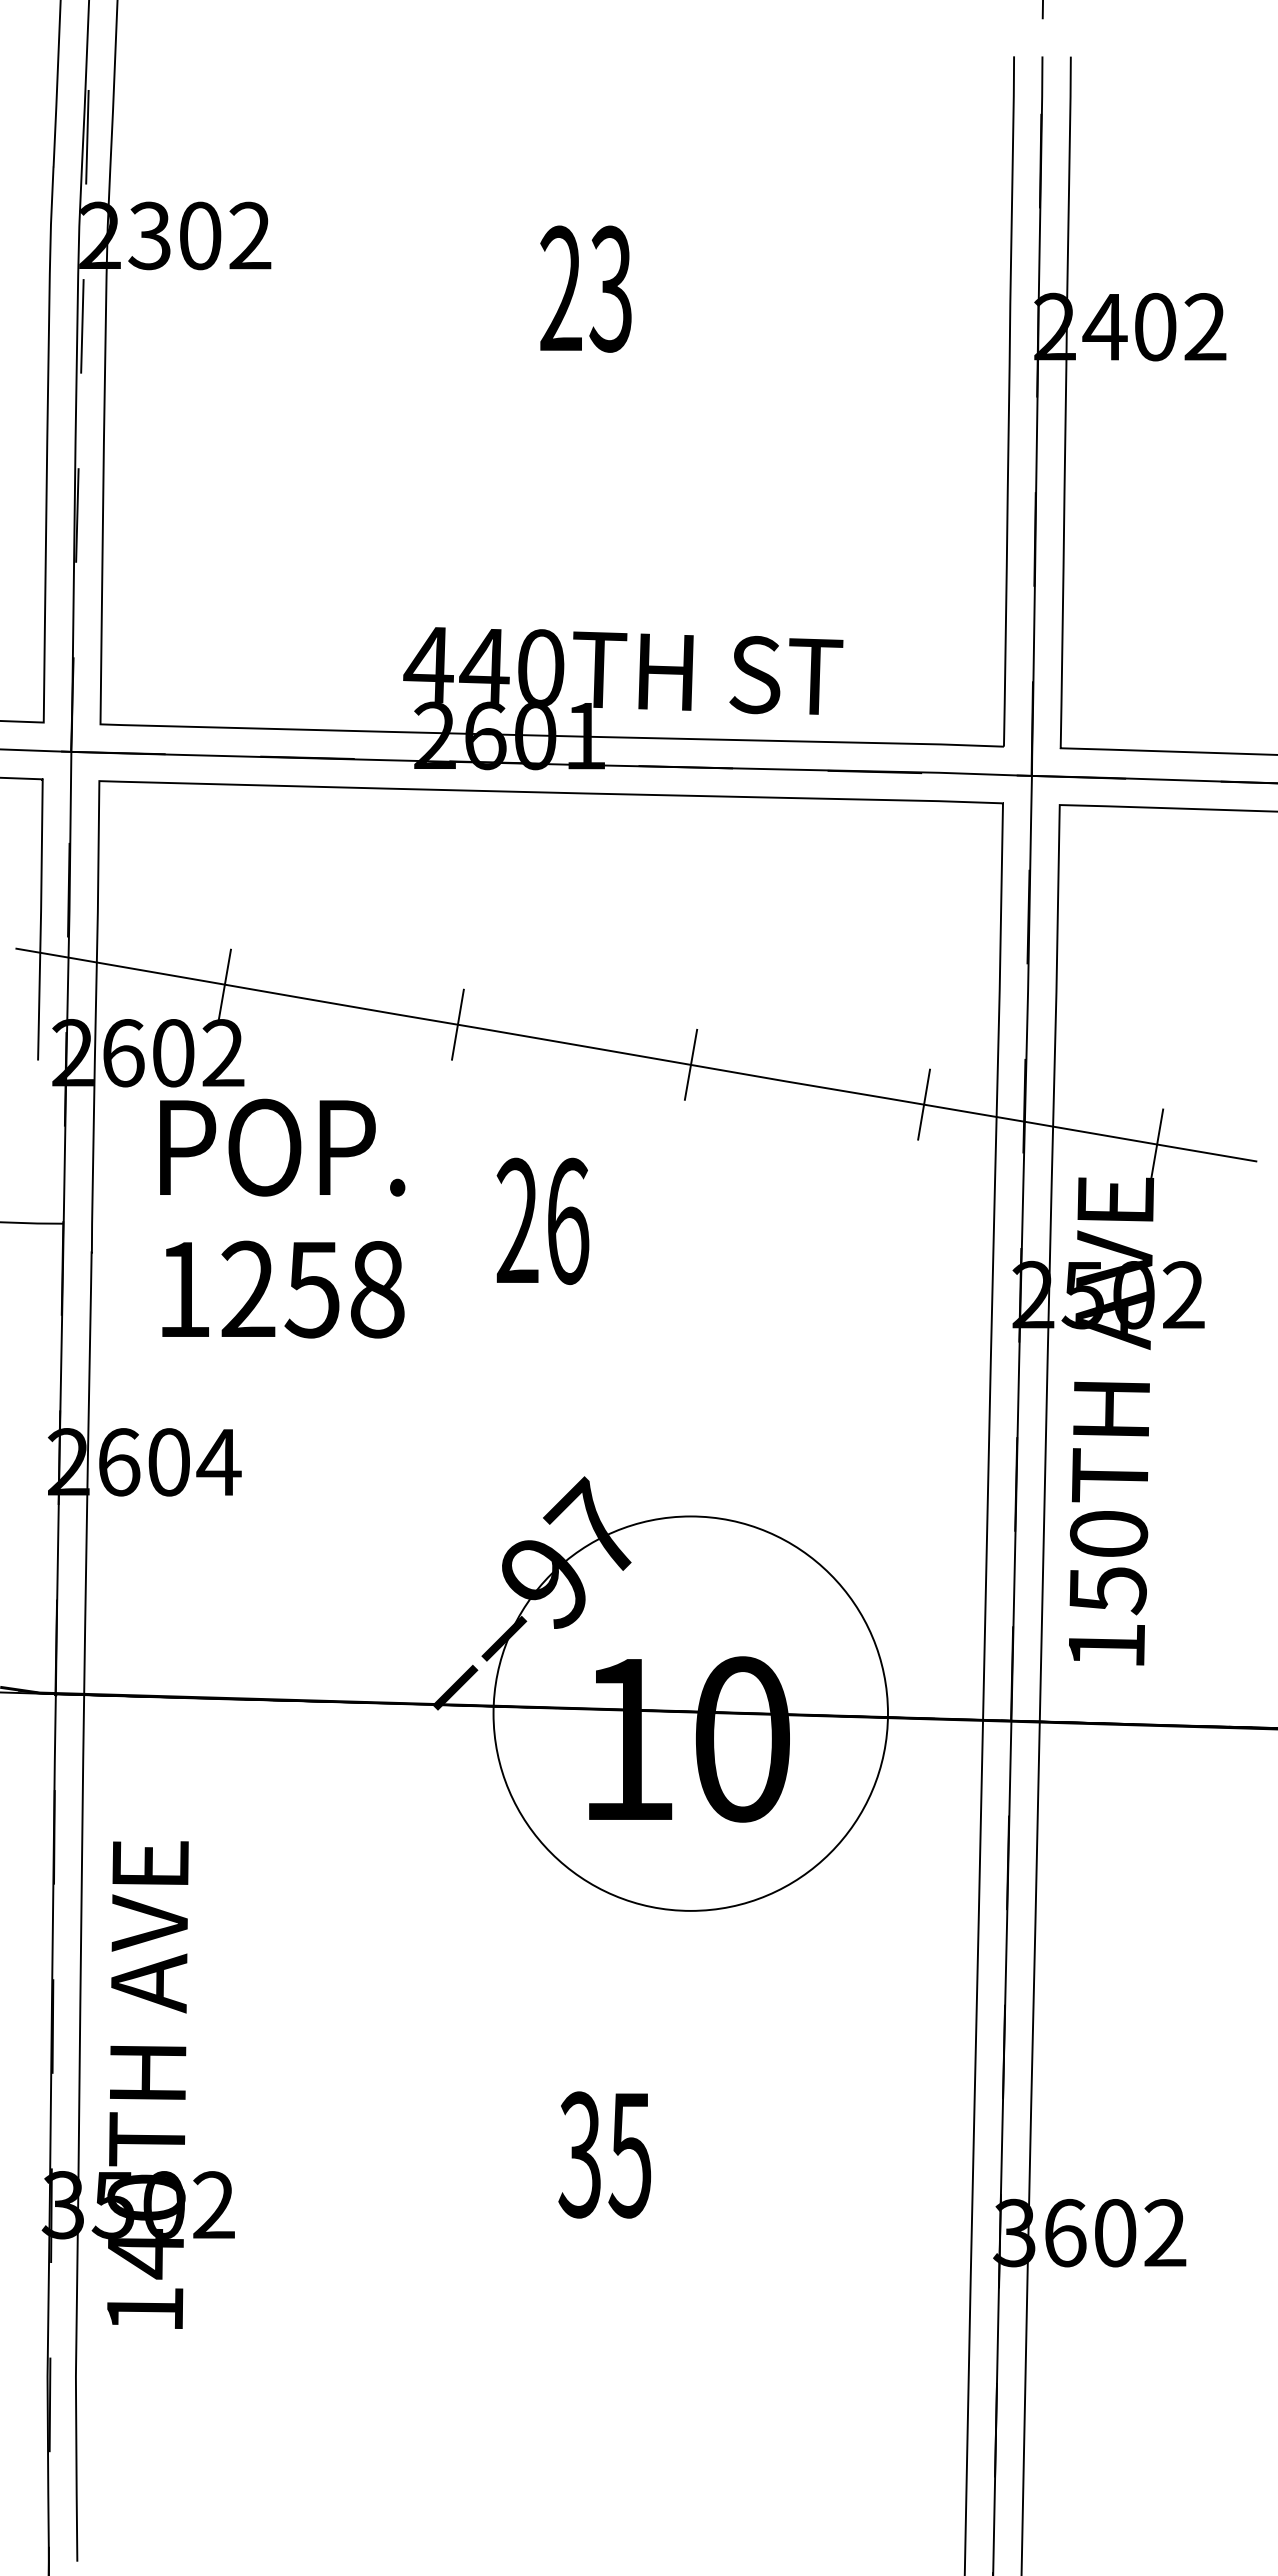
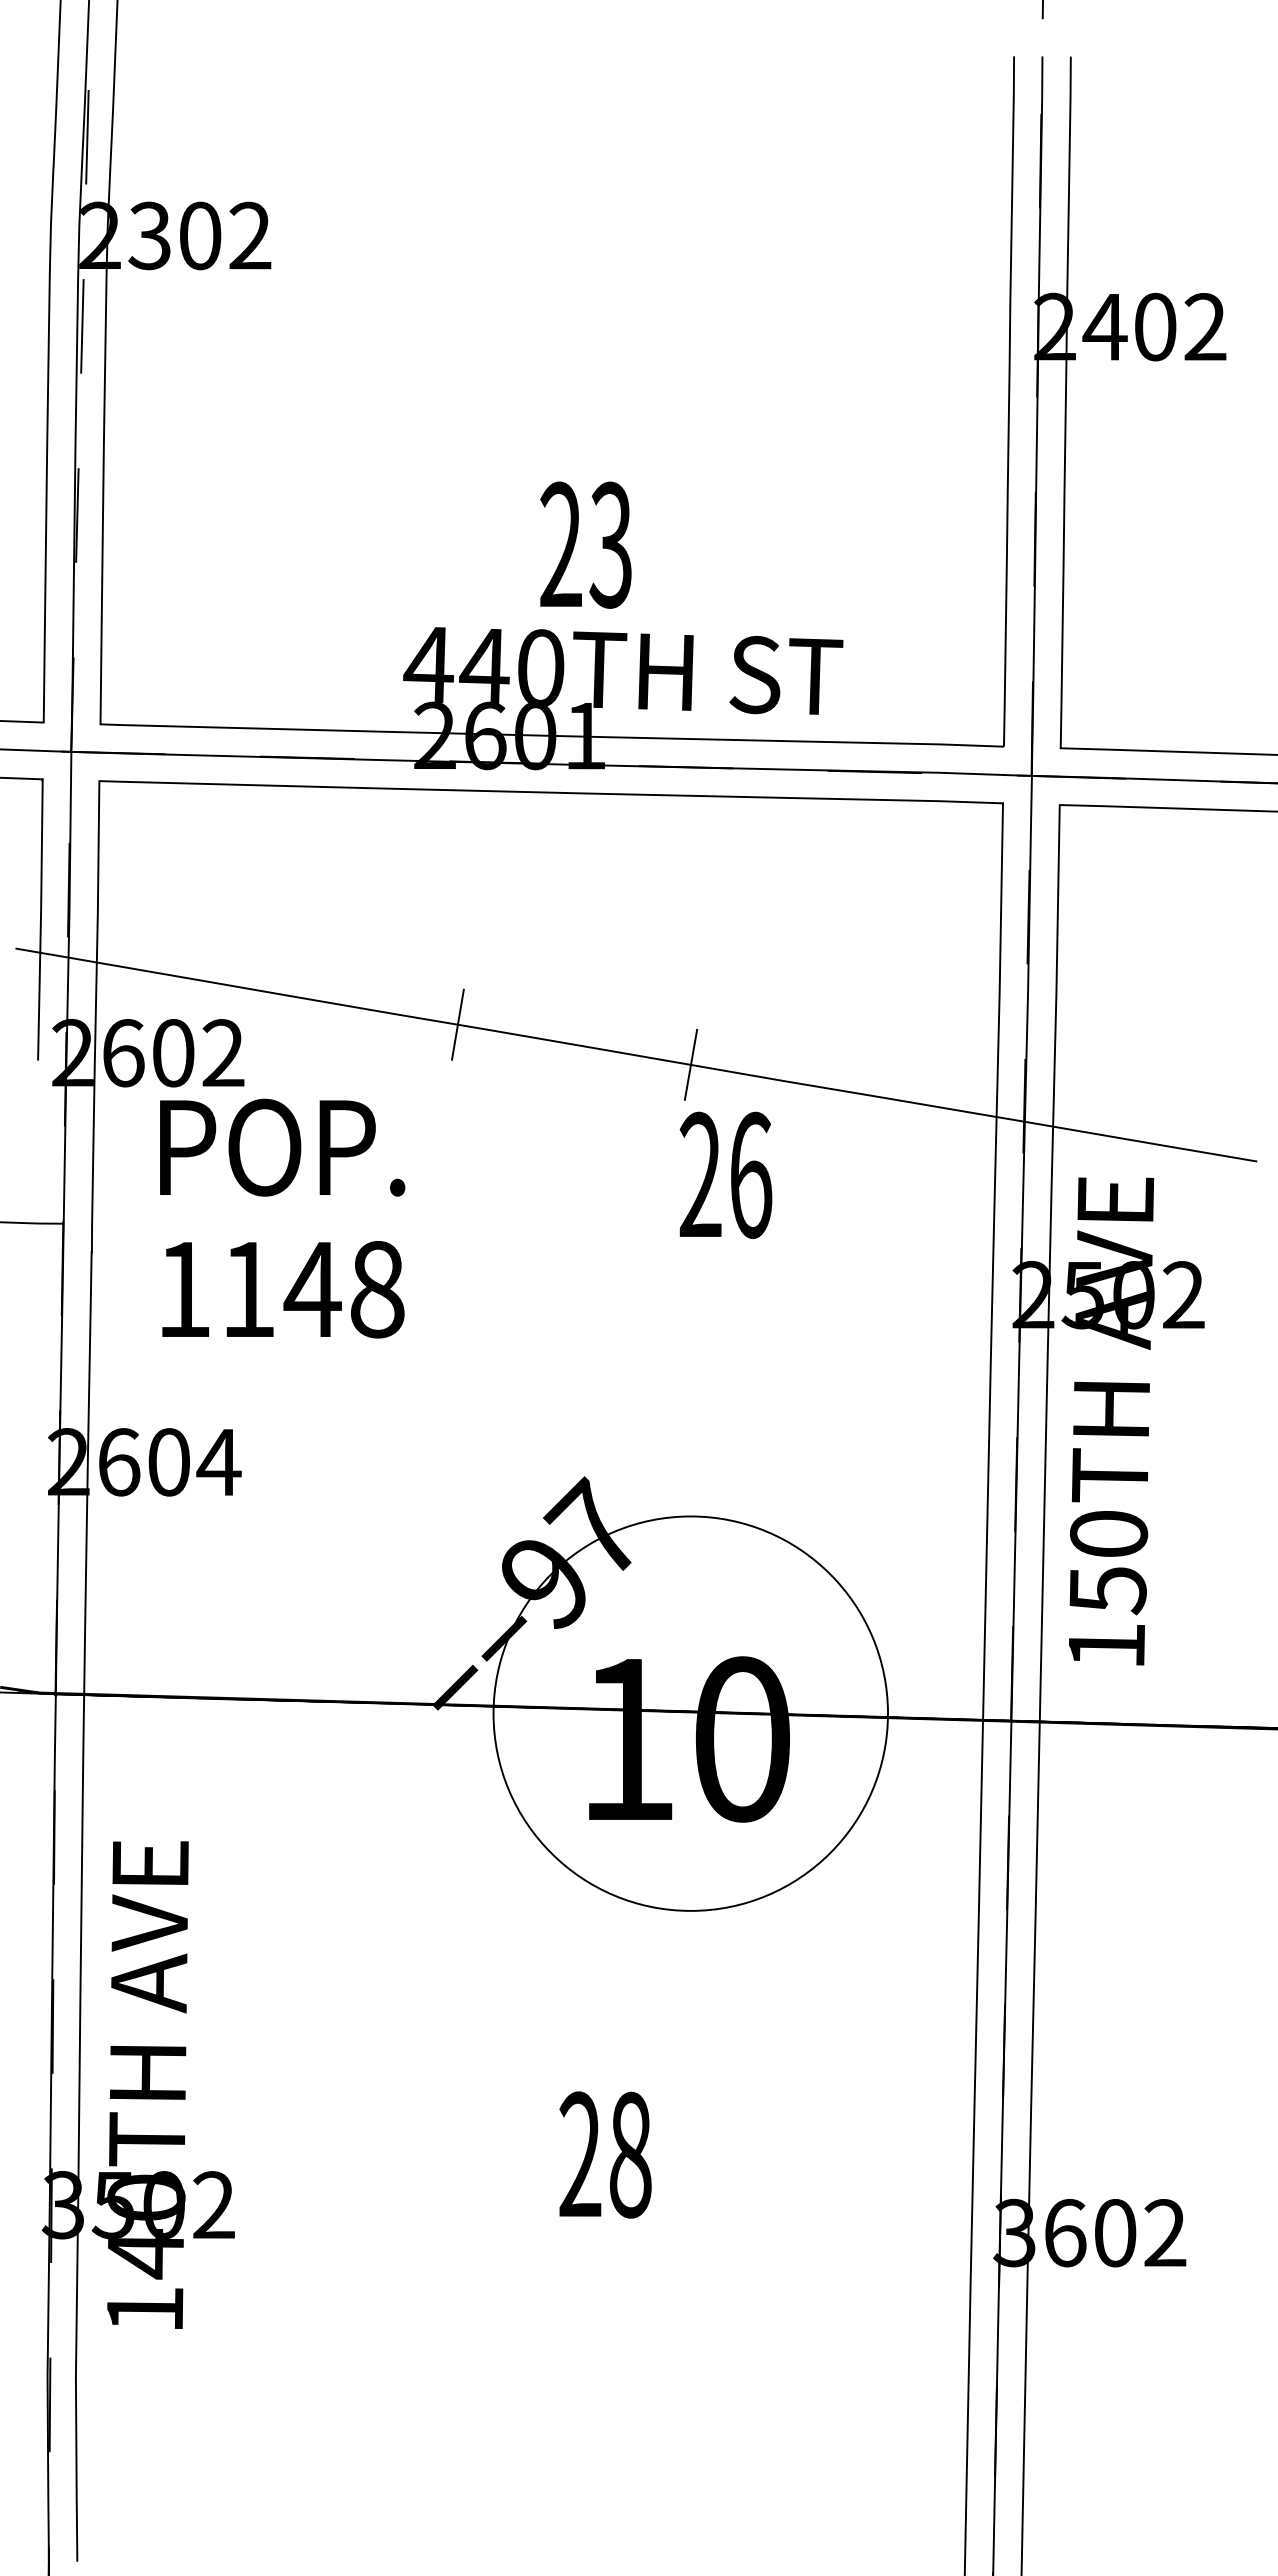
text at (585, 288) position: (585, 288) -> (585, 544)
line at (224, 984): present -> none
line at (923, 1104): present -> none
line at (1157, 1144): present -> none
text at (542, 1220) position: (542, 1220) -> (725, 1174)
text at (281, 1289): 1258 -> 1148
text at (604, 2154): 35 -> 28
